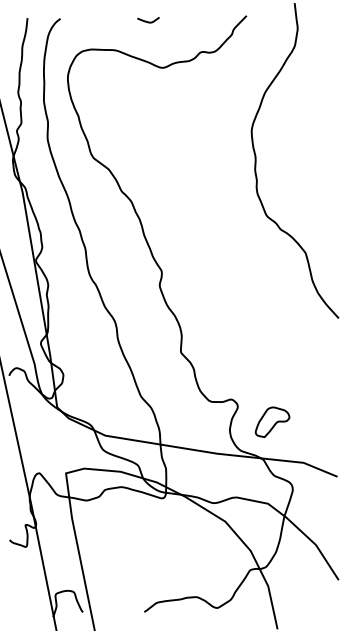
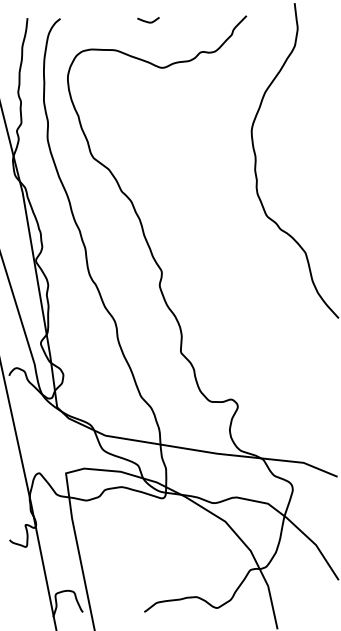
part at (272, 422): present -> none
